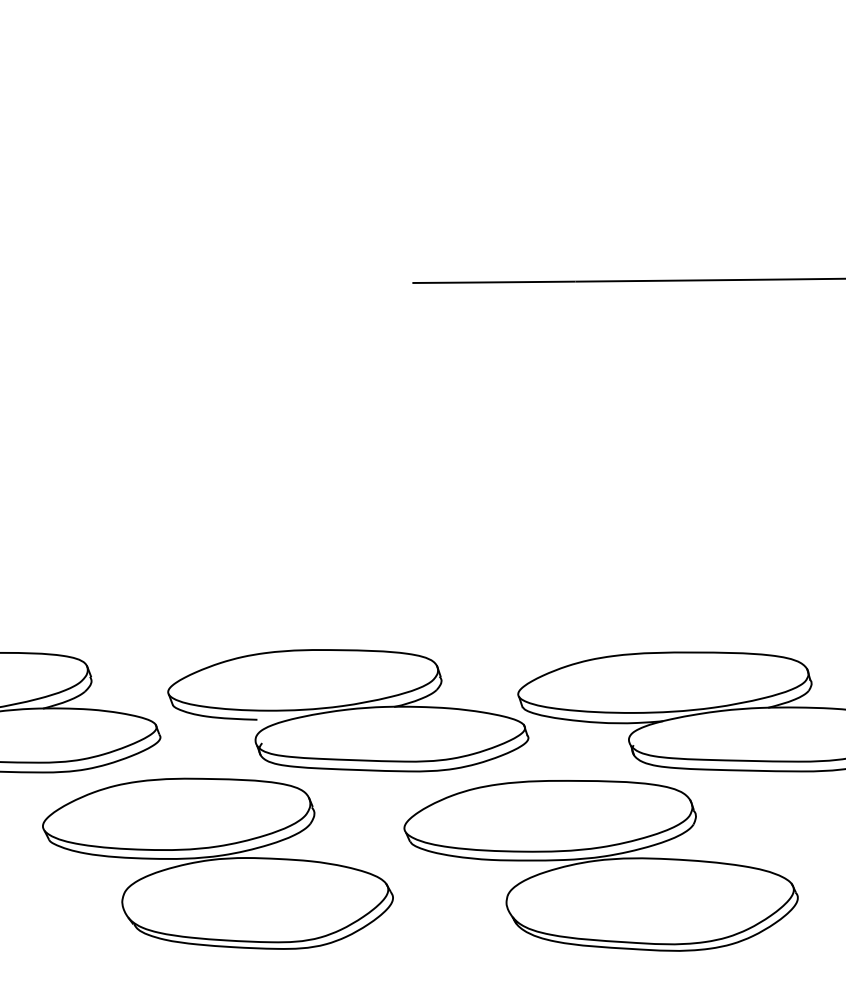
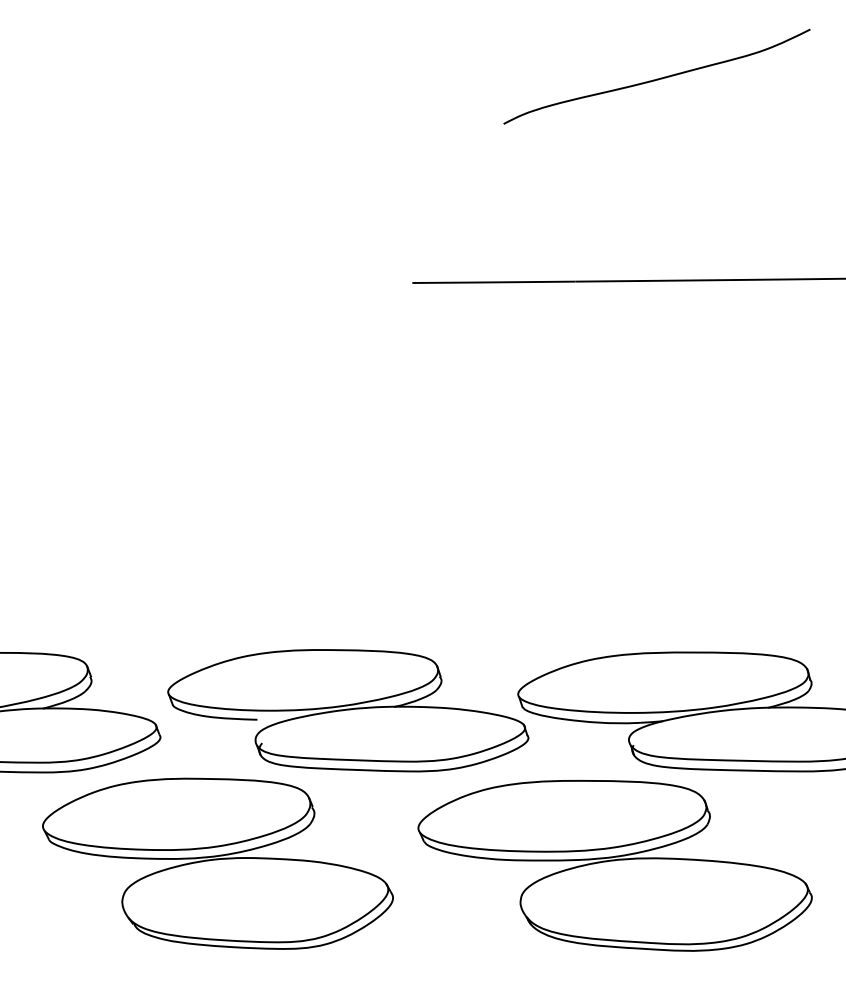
curve at (656, 78): none -> present
part at (600, 865) position: (600, 865) -> (614, 865)
